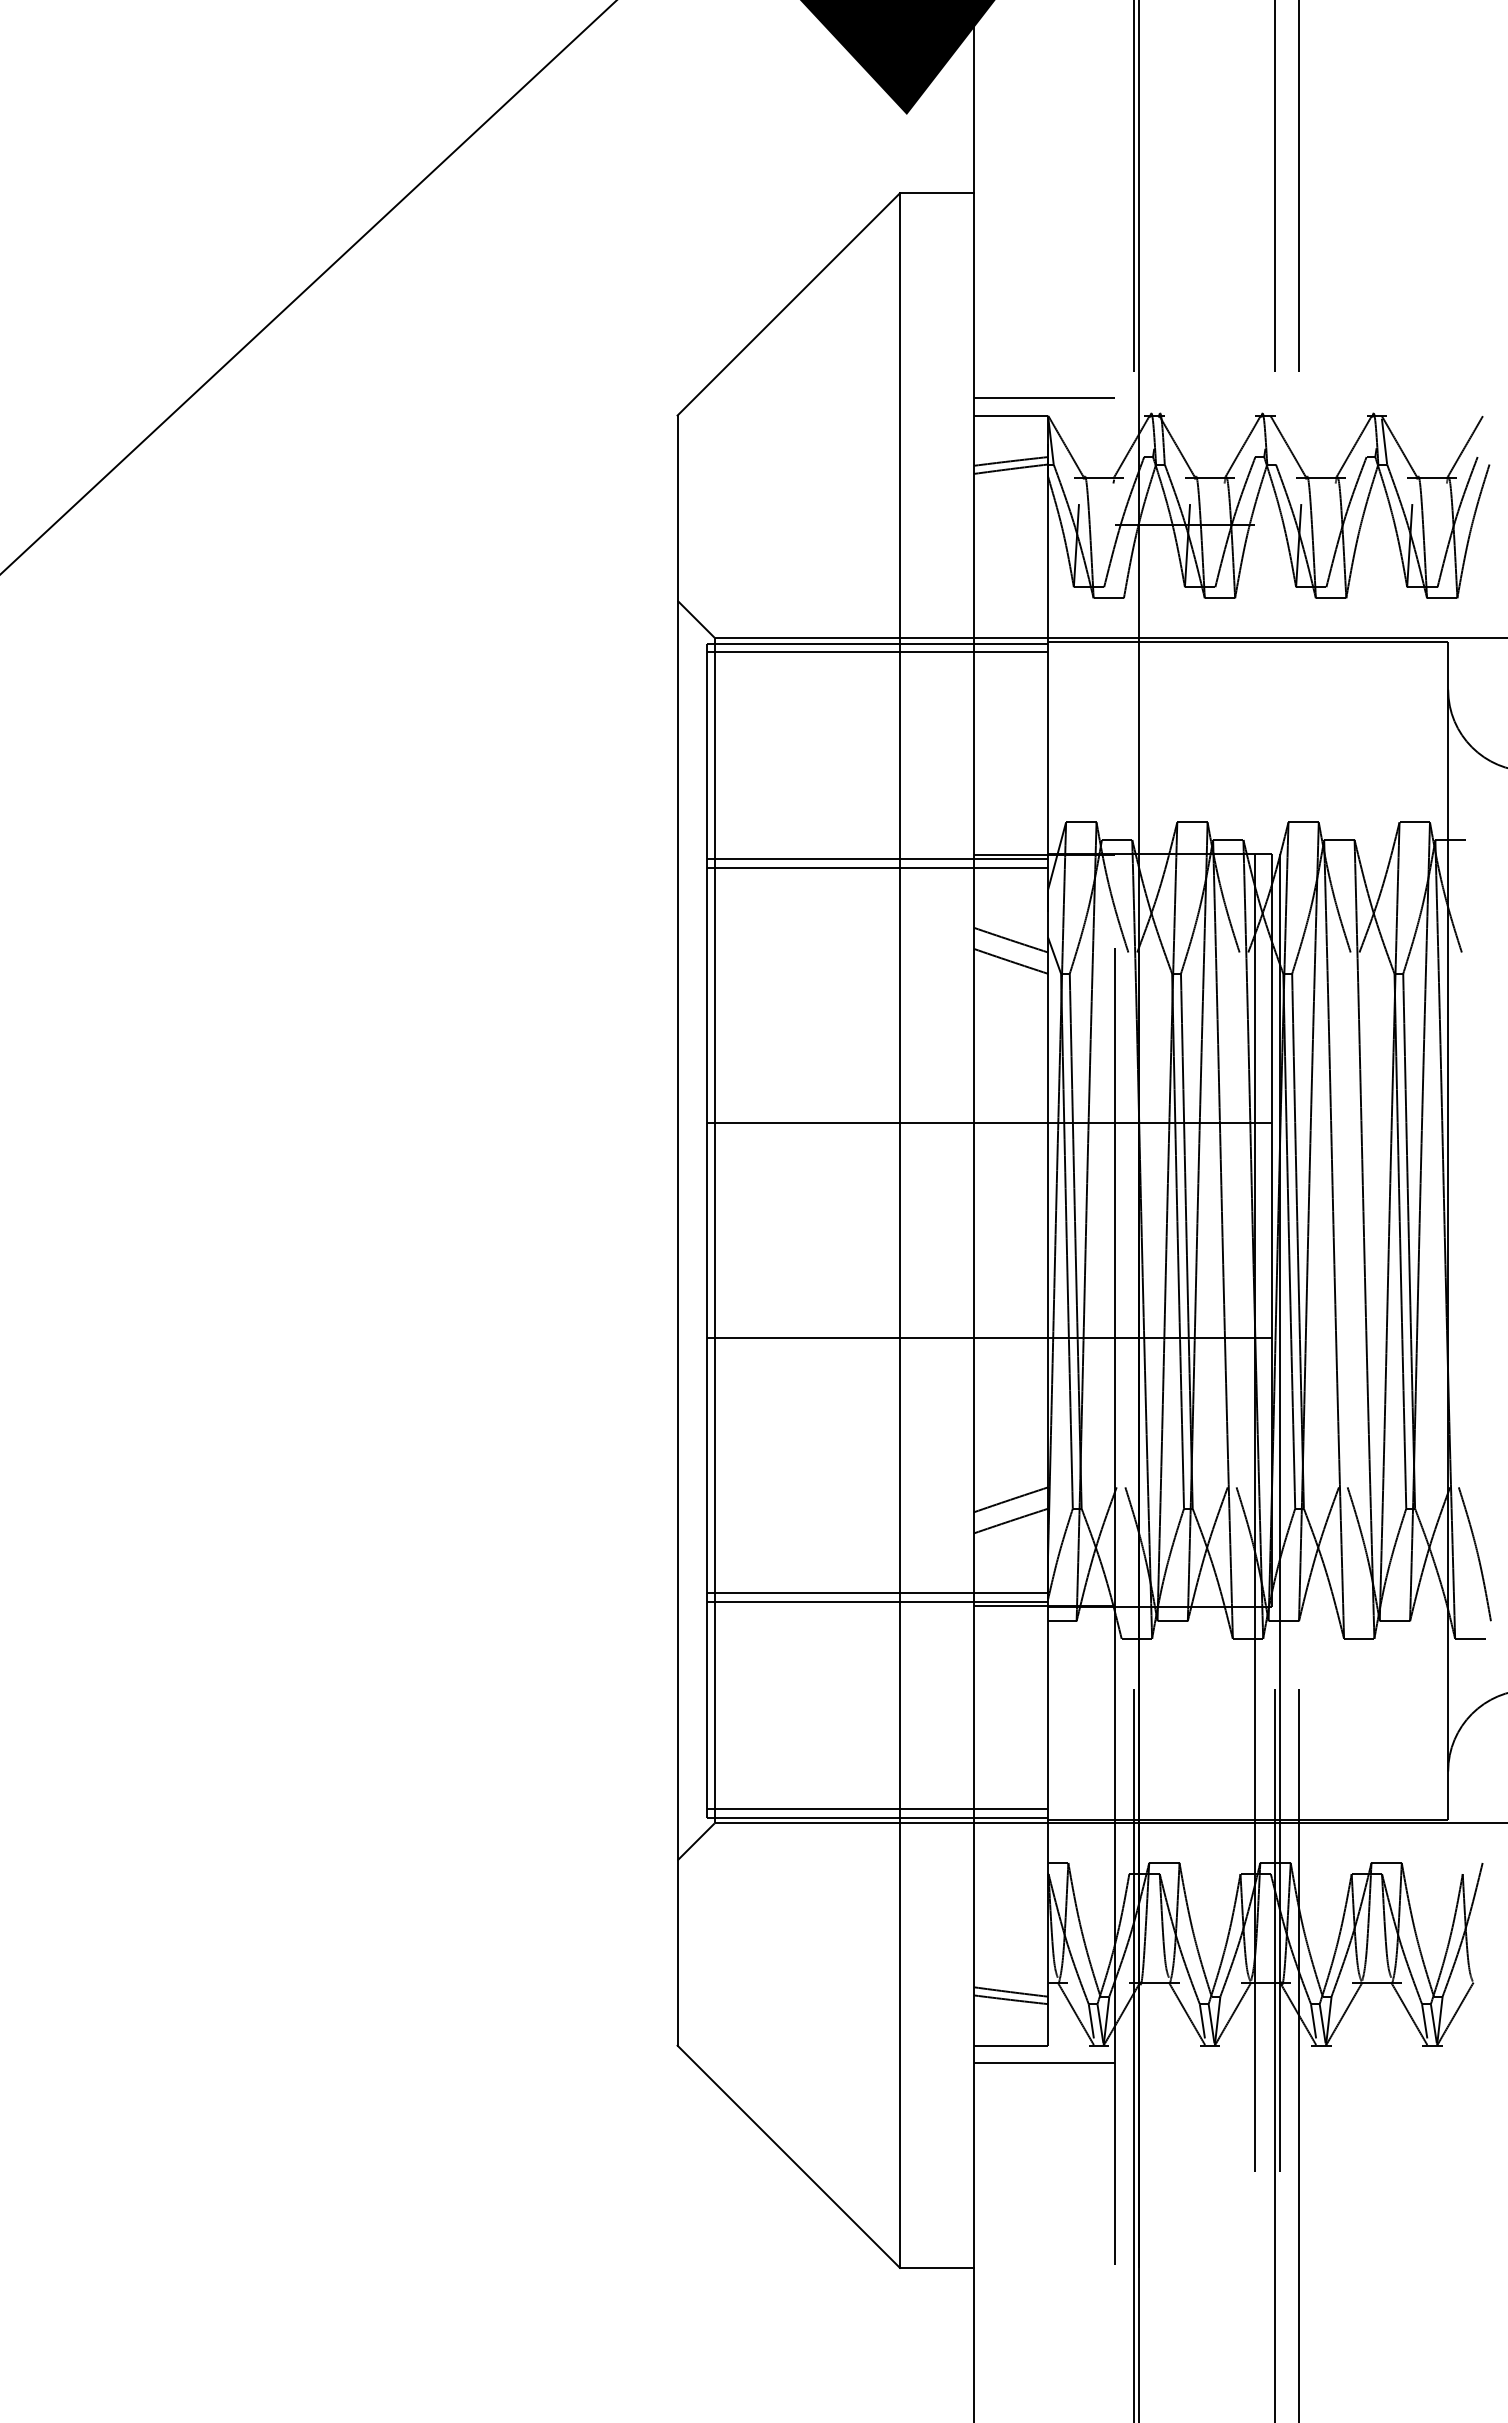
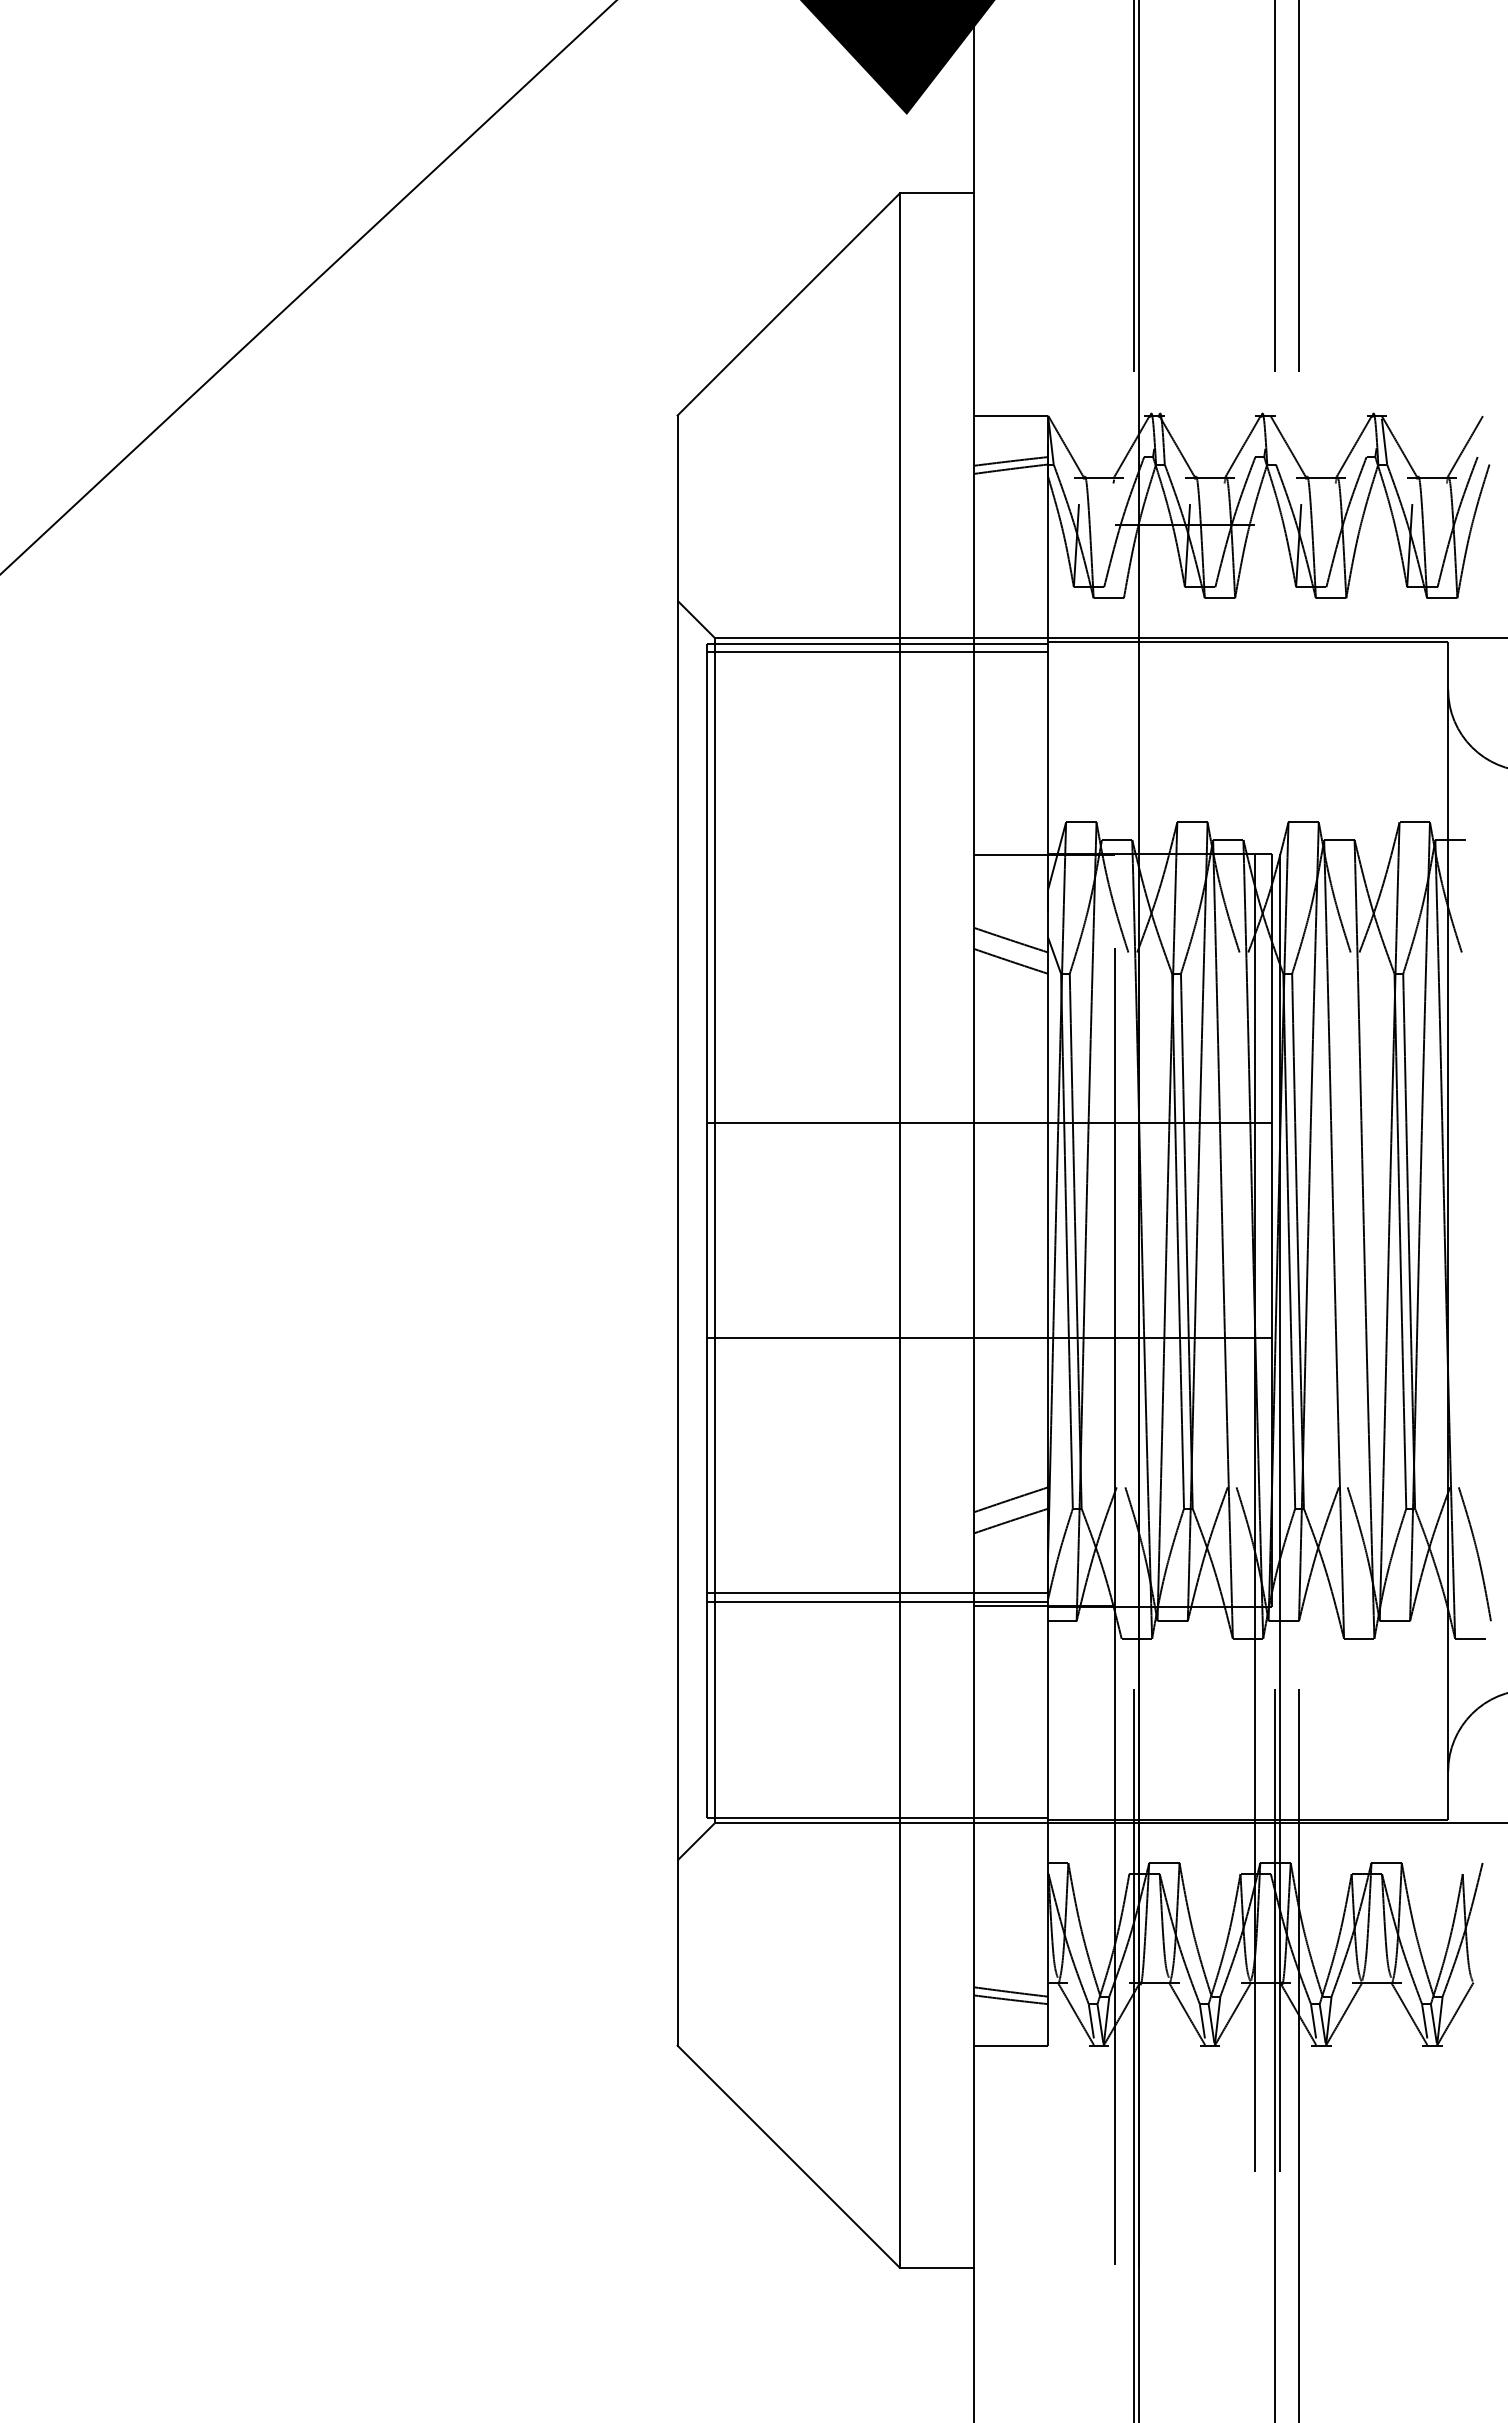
line at (1044, 397): present -> none
line at (877, 859): present -> none
line at (877, 868): present -> none
line at (877, 1808): present -> none
line at (1044, 2063): present -> none
